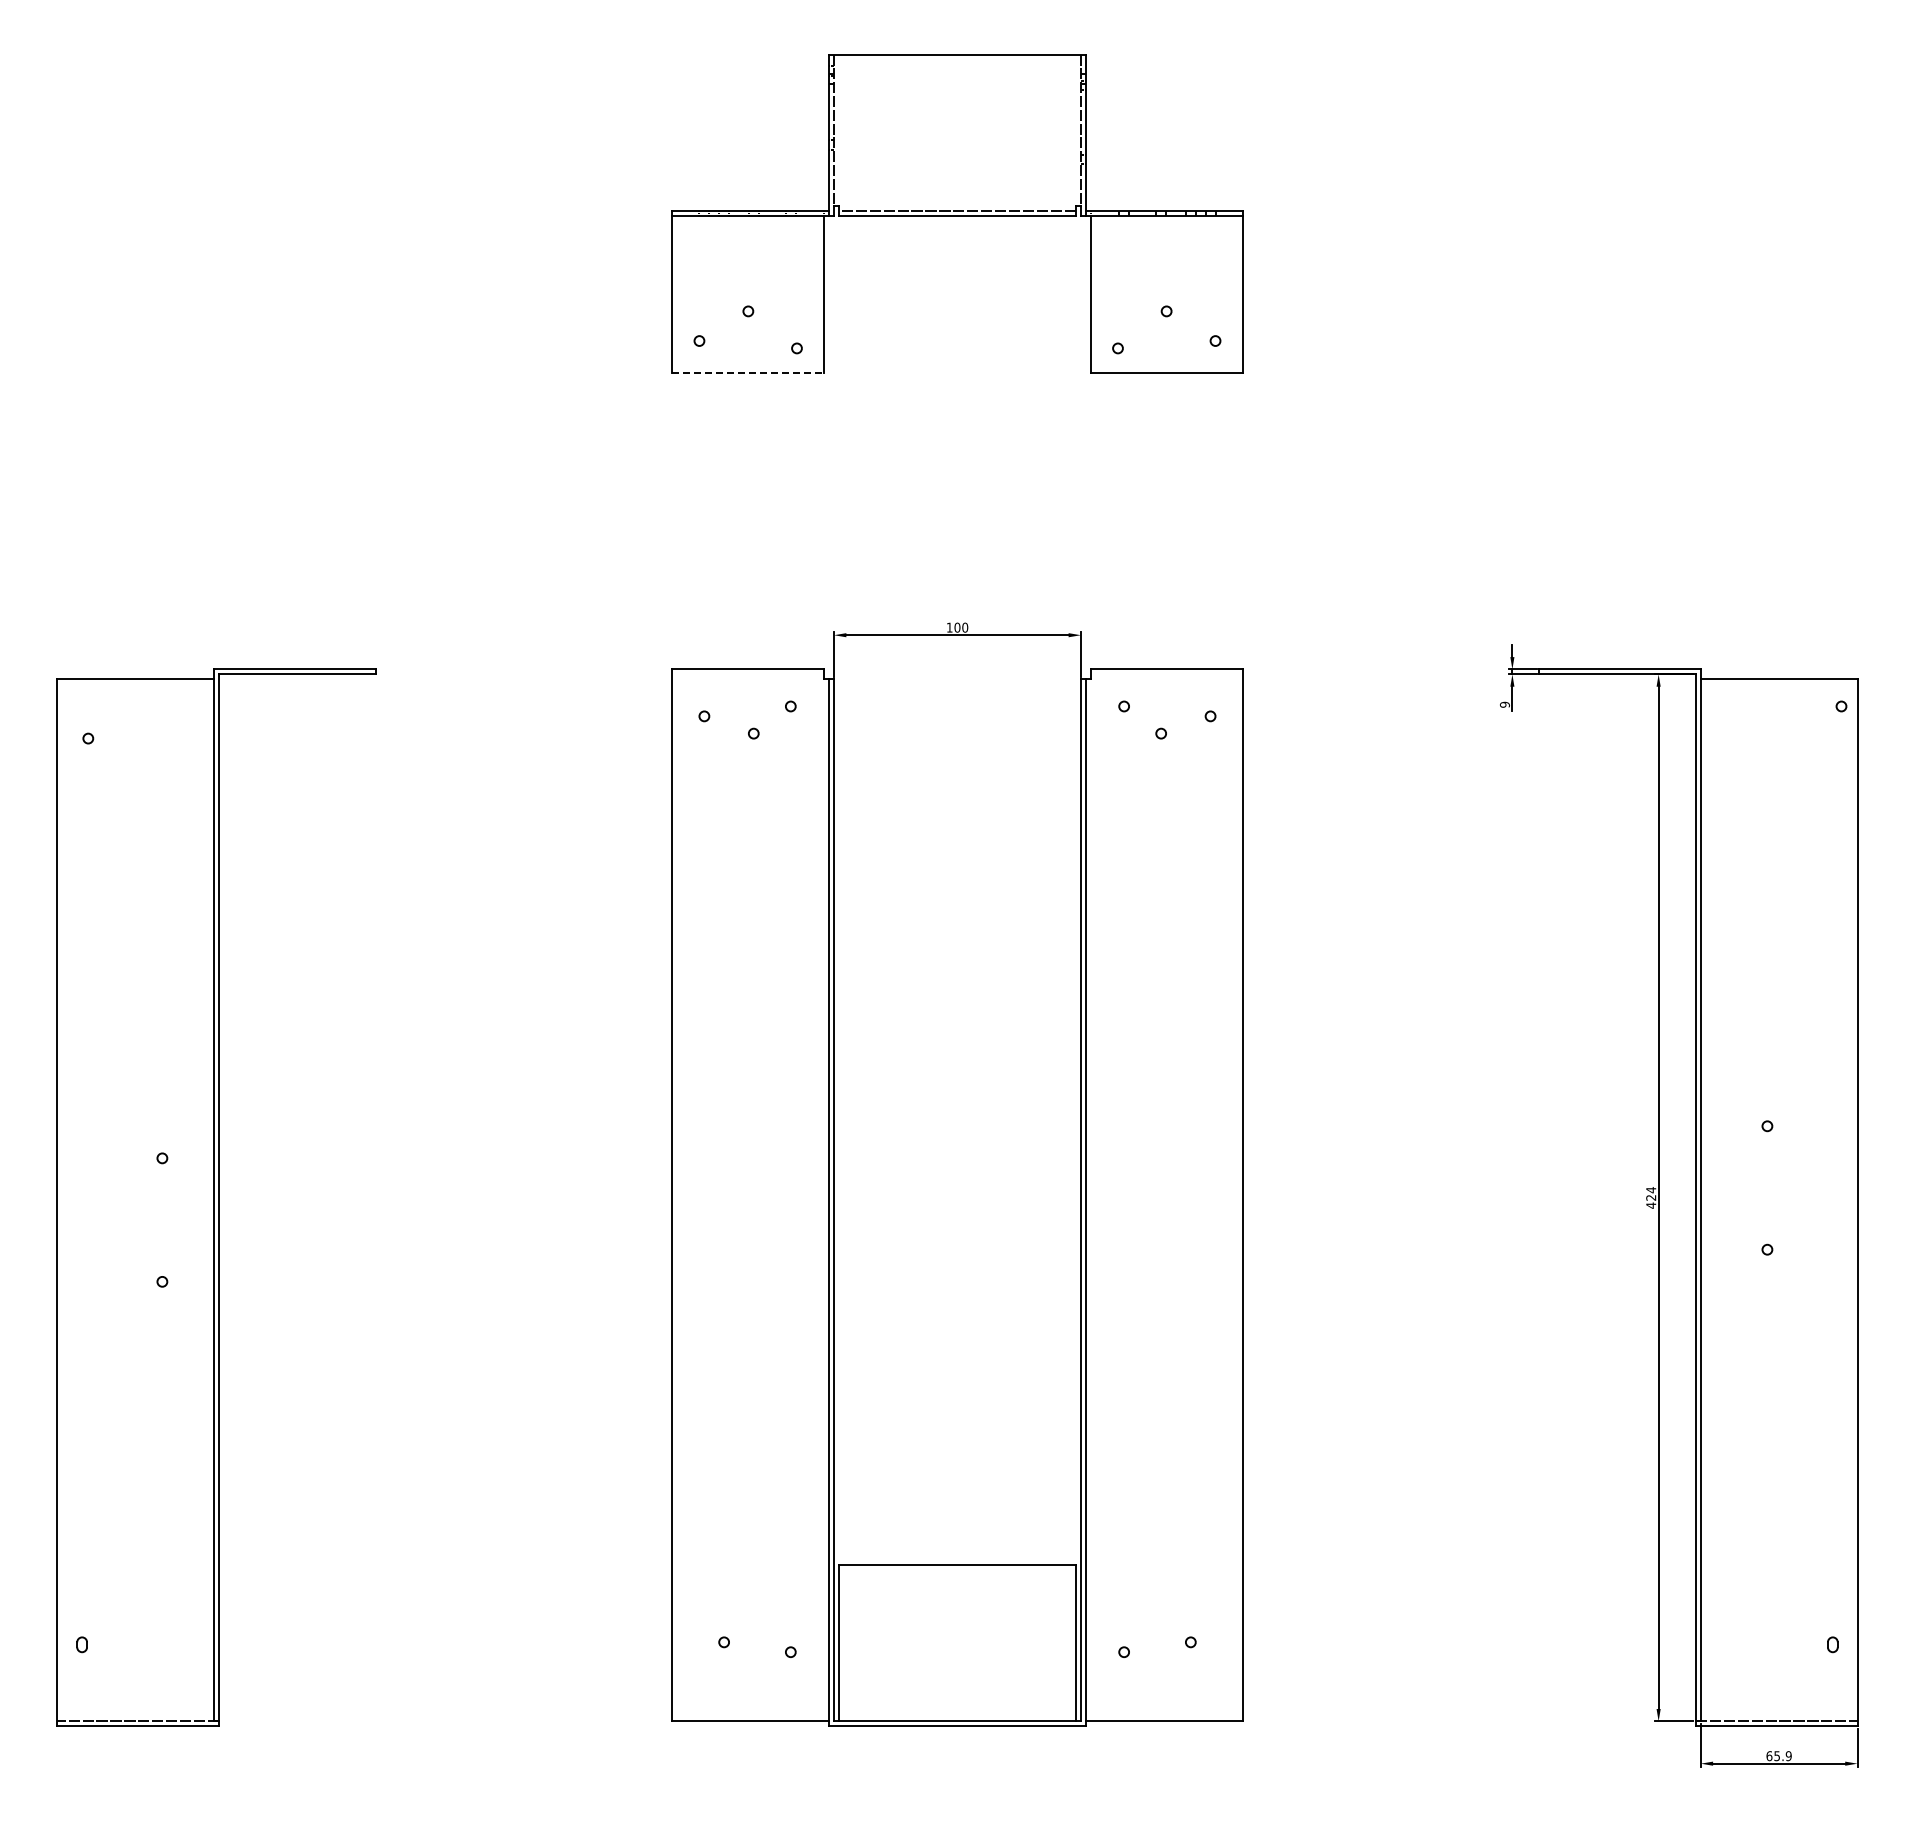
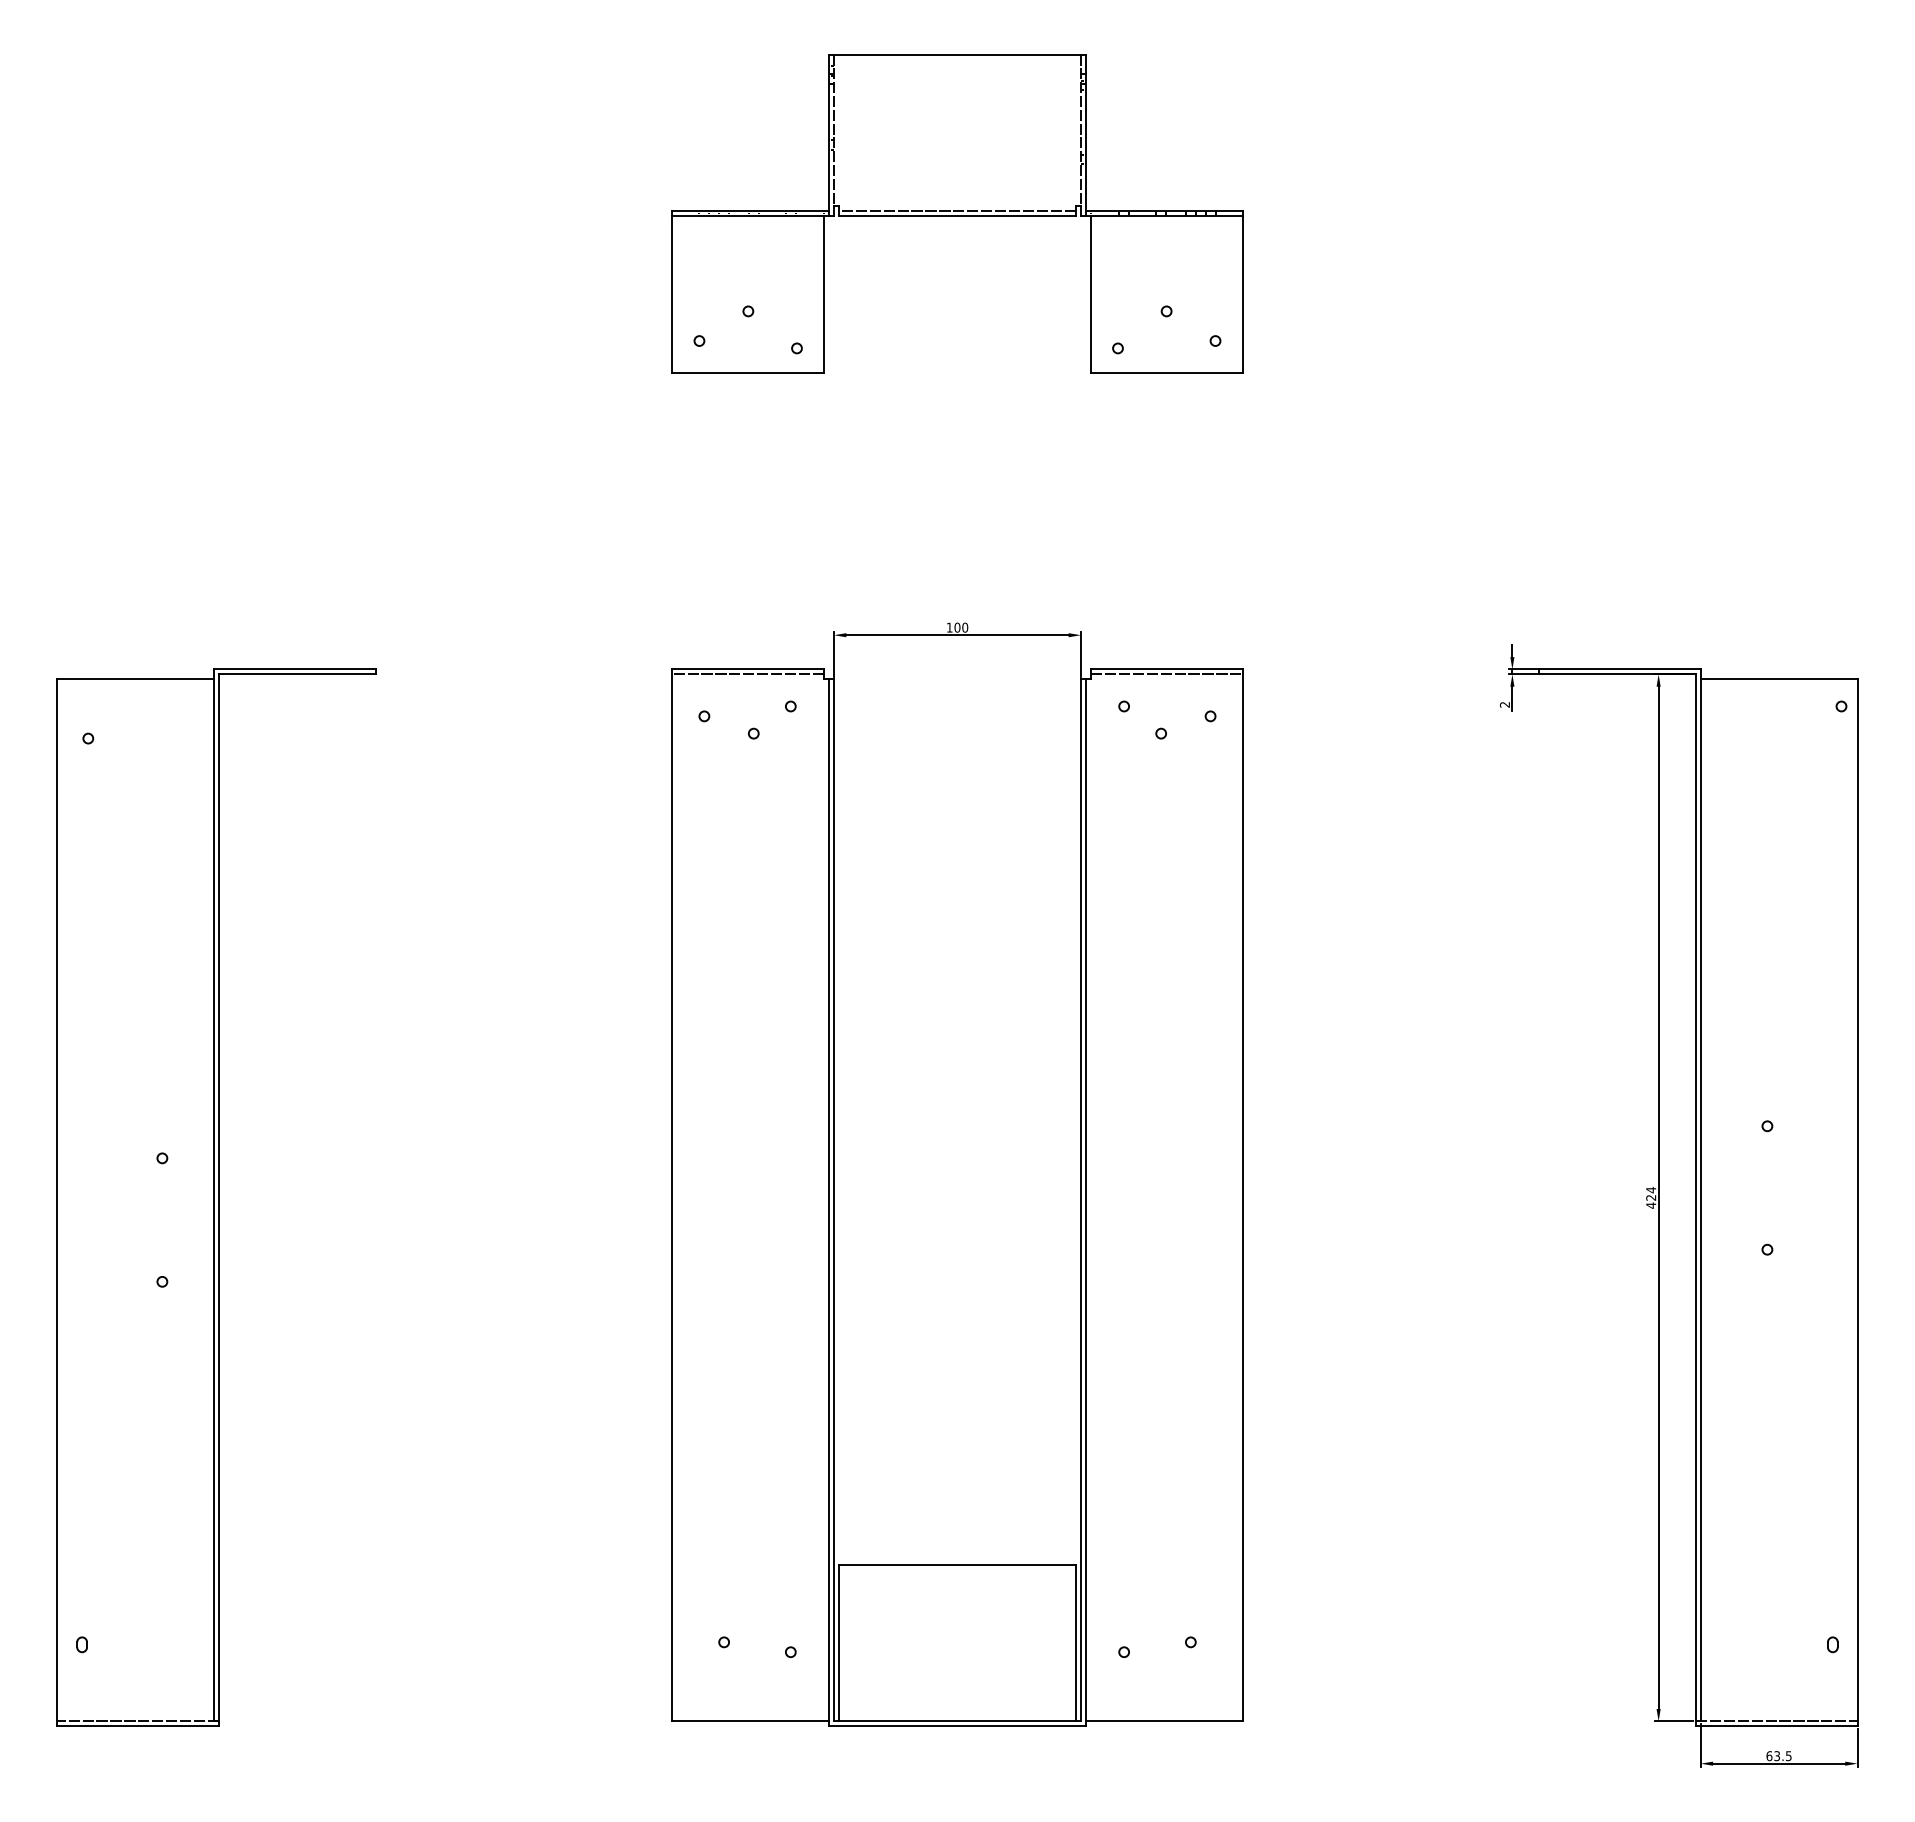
line at (748, 373): dashed -> solid
line at (748, 674): none -> present
line at (1166, 674): none -> present
text at (1504, 704): 9 -> 2
text at (1782, 1755): 65.9 -> 63.5
